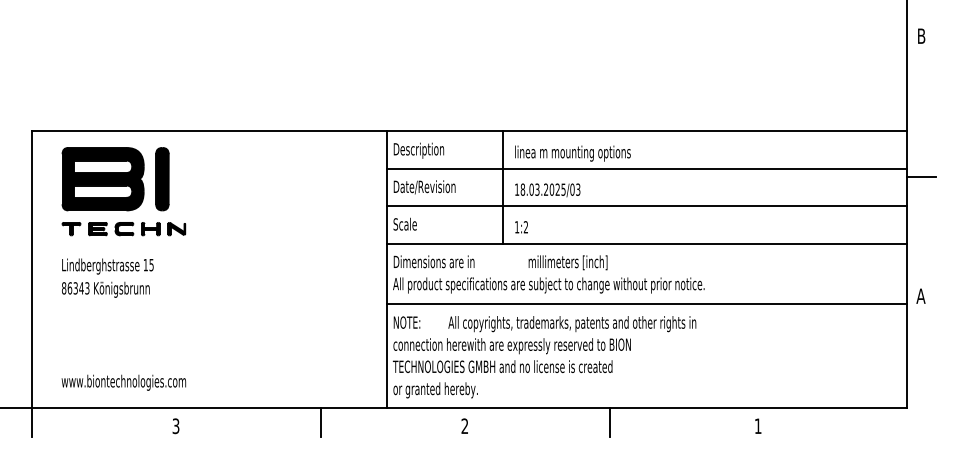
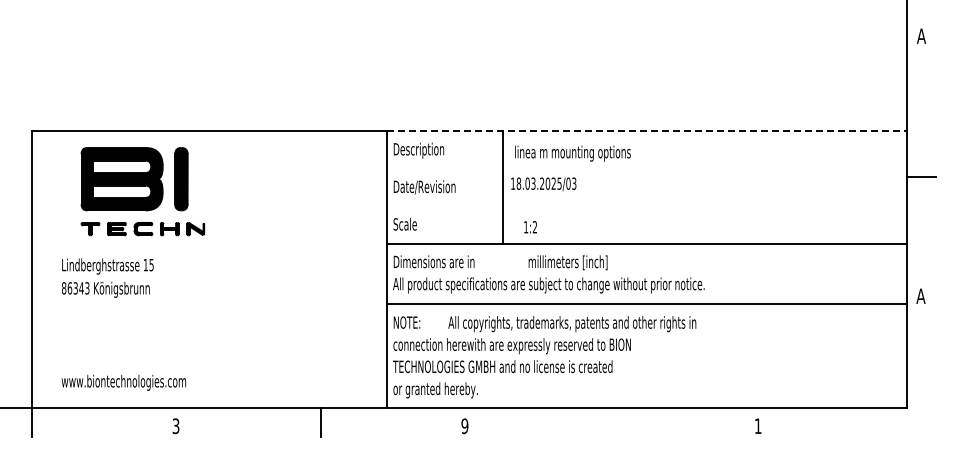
text at (921, 35): B -> A
line at (647, 131): solid -> dashed
line at (647, 168): present -> none
text at (547, 190) position: (547, 190) -> (543, 184)
part at (123, 191) position: (123, 191) -> (142, 191)
line at (647, 206): present -> none
text at (521, 227) position: (521, 227) -> (530, 227)
line at (609, 422): present -> none
text at (464, 426): 2 -> 9
